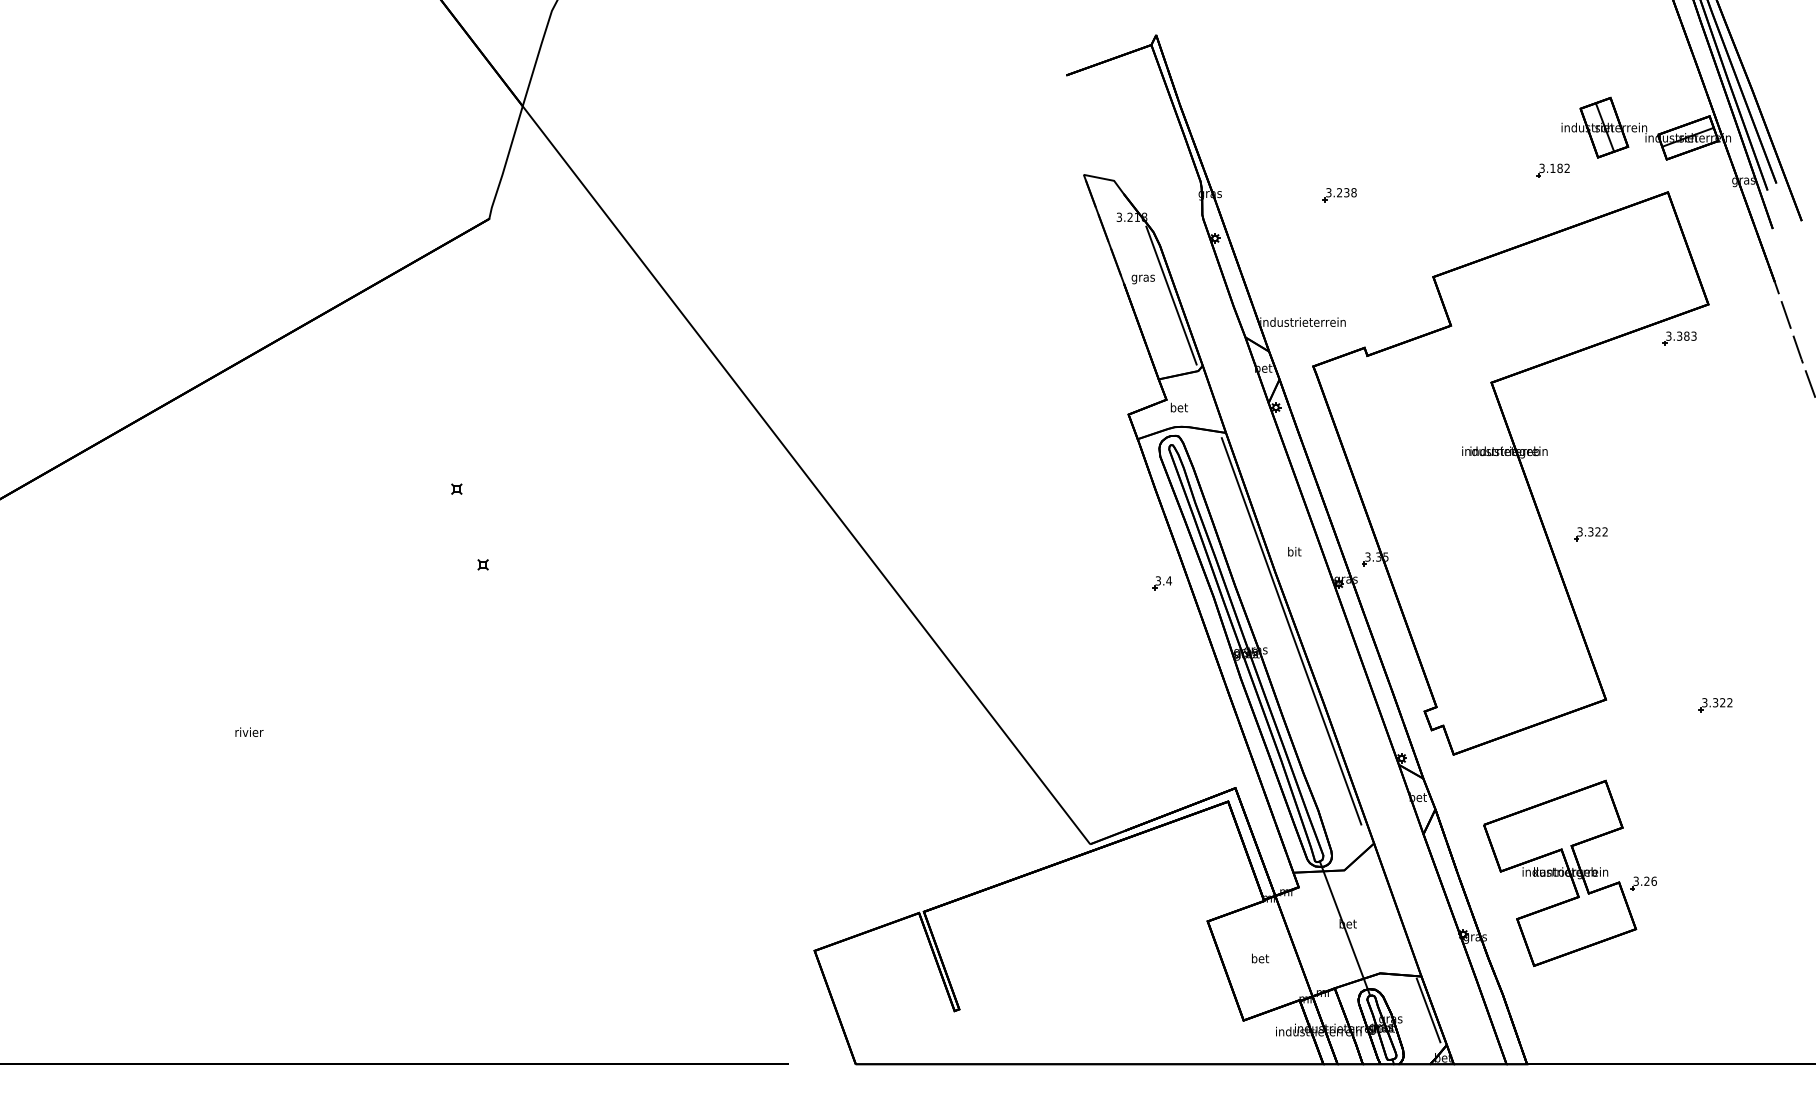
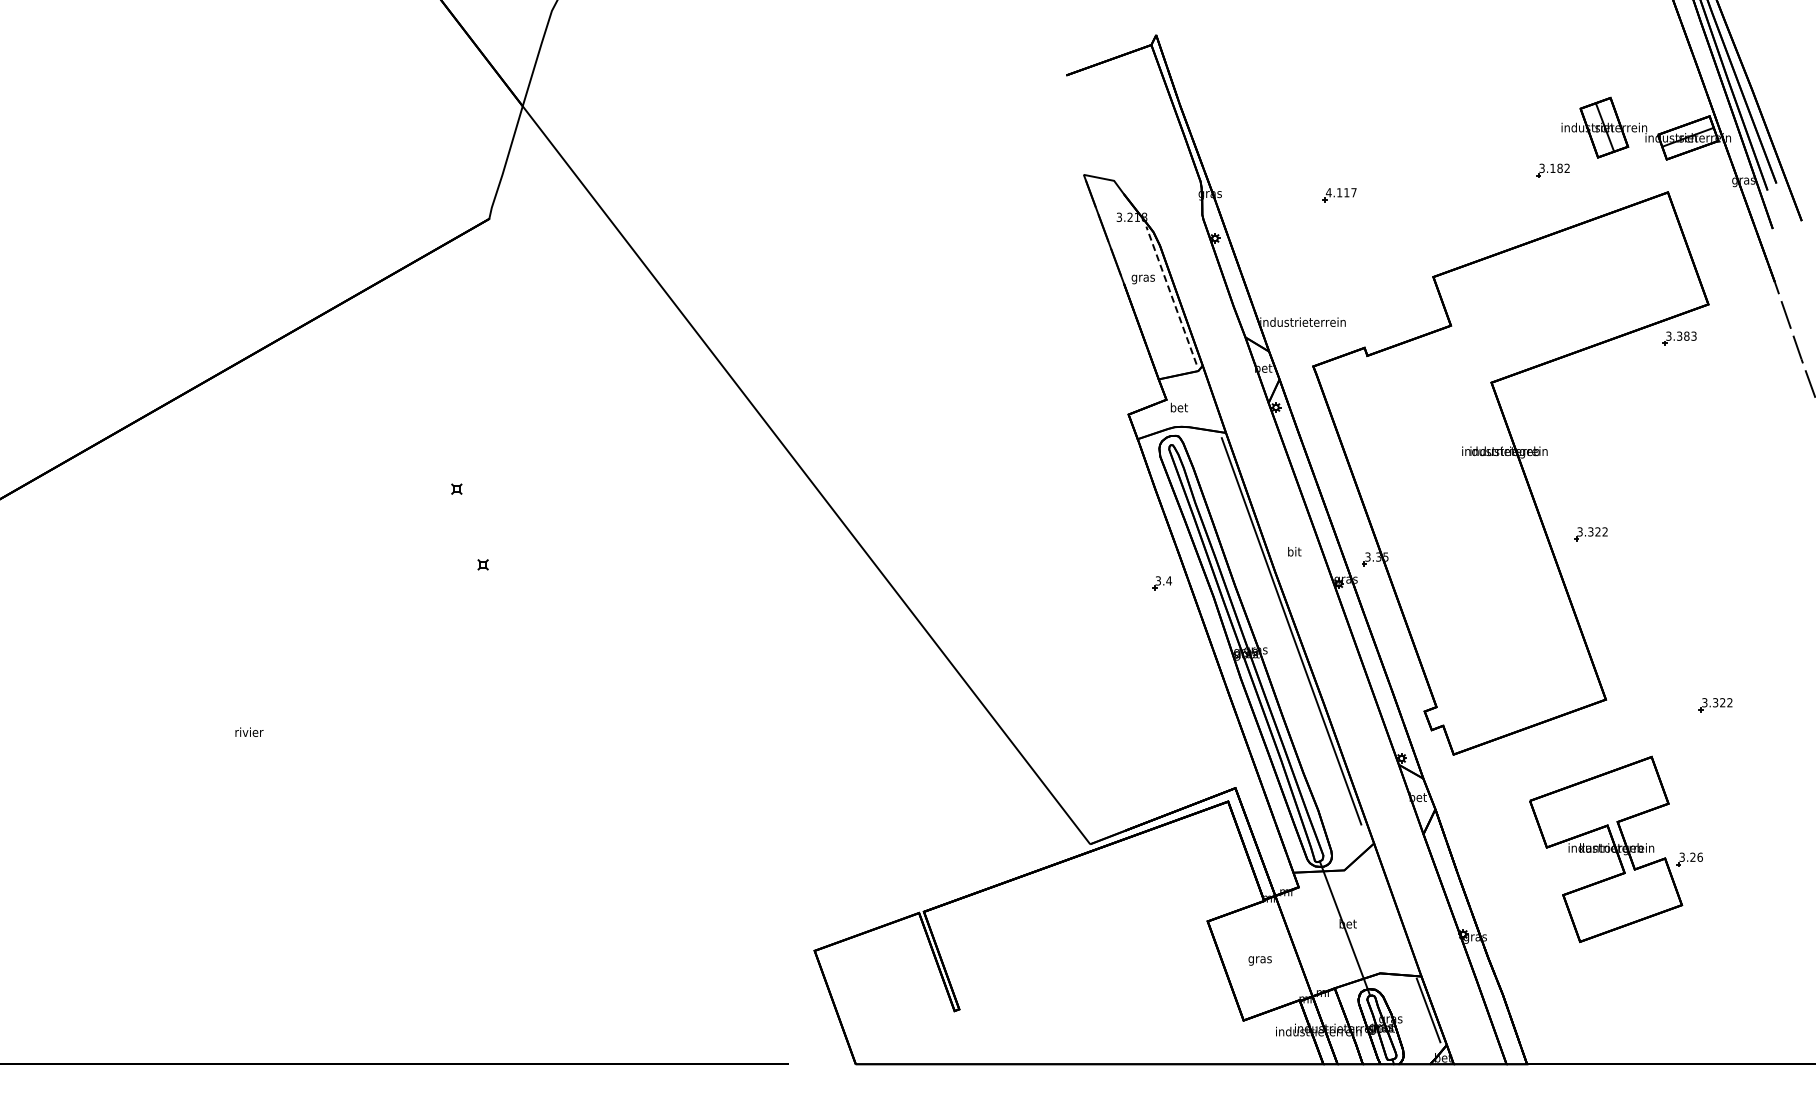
text at (1340, 192): 3.238 -> 4.117
line at (1171, 295): solid -> dashed
part at (1569, 872) position: (1569, 872) -> (1615, 848)
text at (1259, 959): bet -> gras
